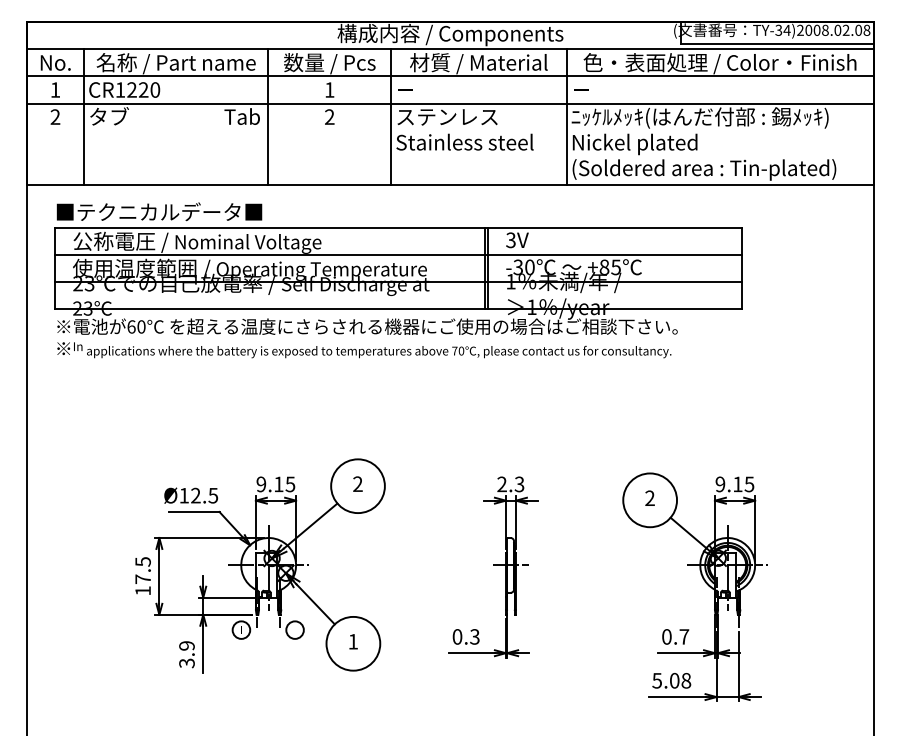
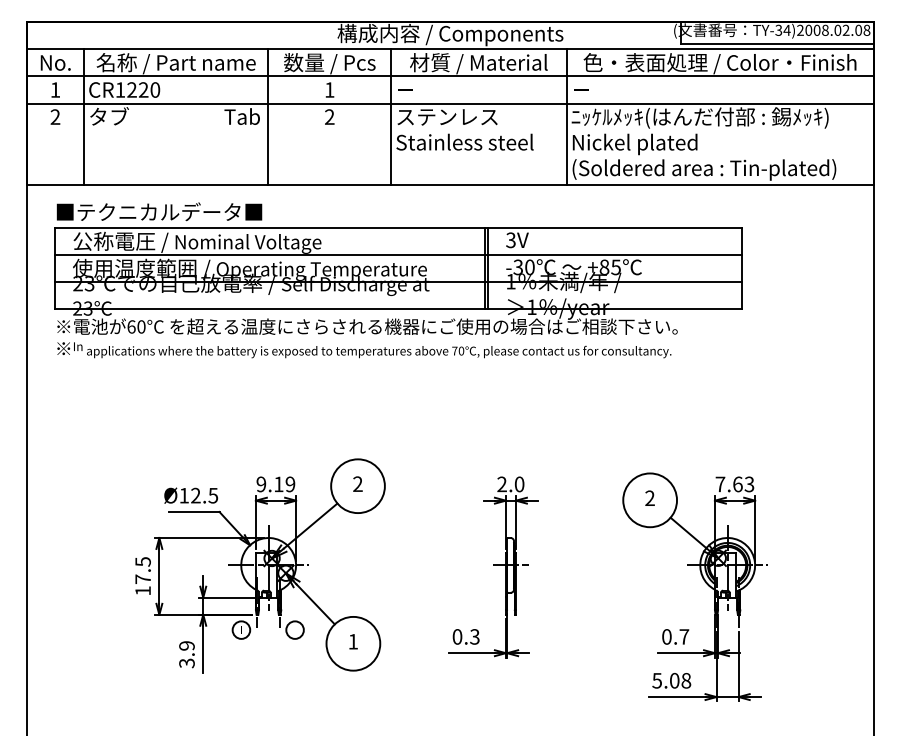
text at (290, 484): 9.15 -> 9.19
text at (519, 484): 2.3 -> 2.0
text at (734, 484): 9.15 -> 7.63
